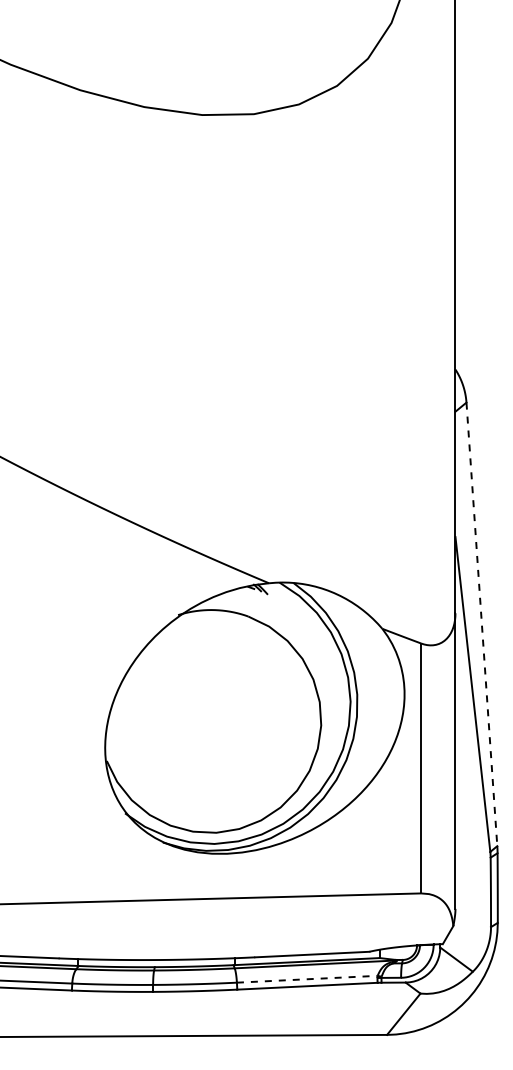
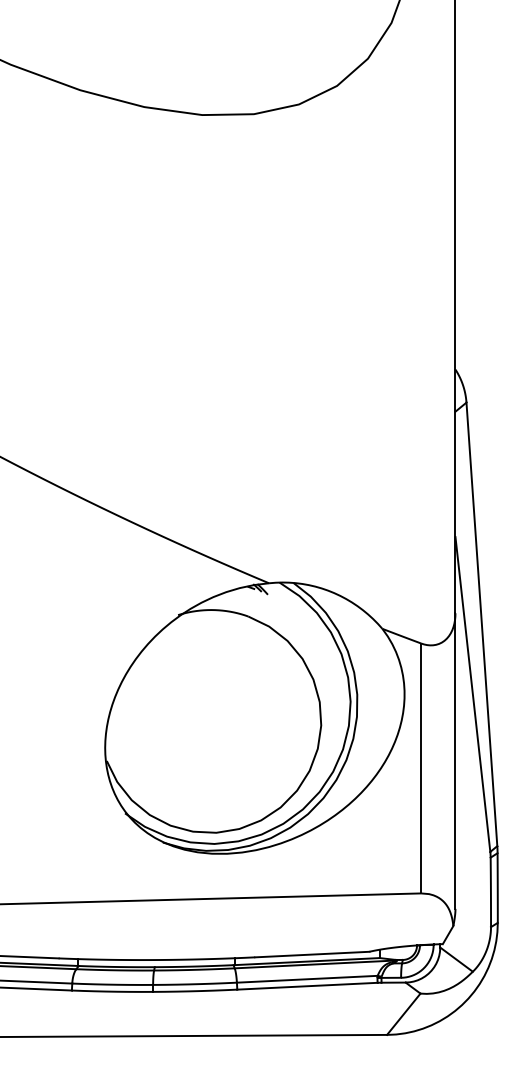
line at (481, 624): dashed -> solid
line at (307, 979): dashed -> solid
